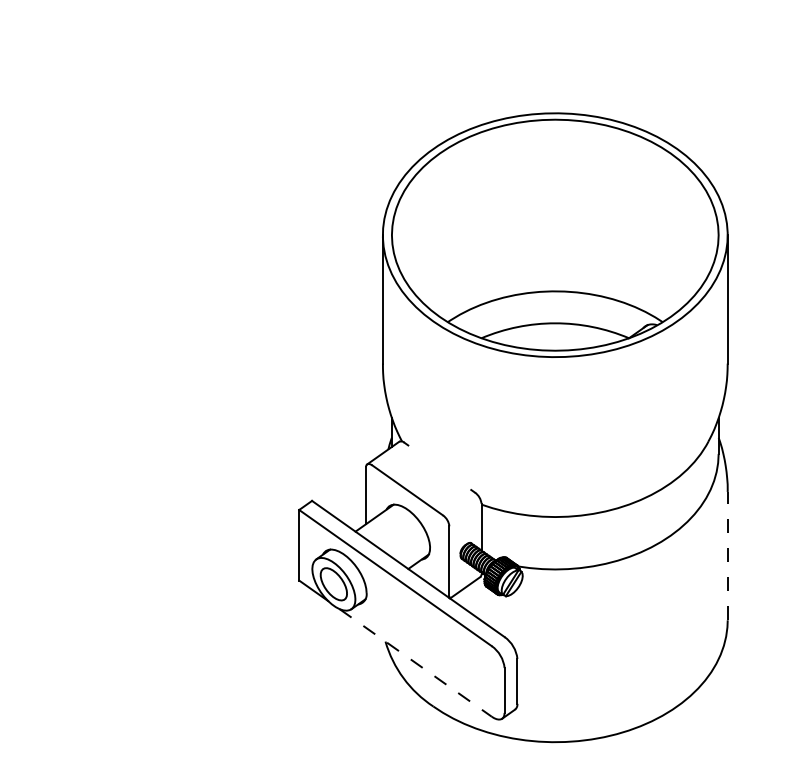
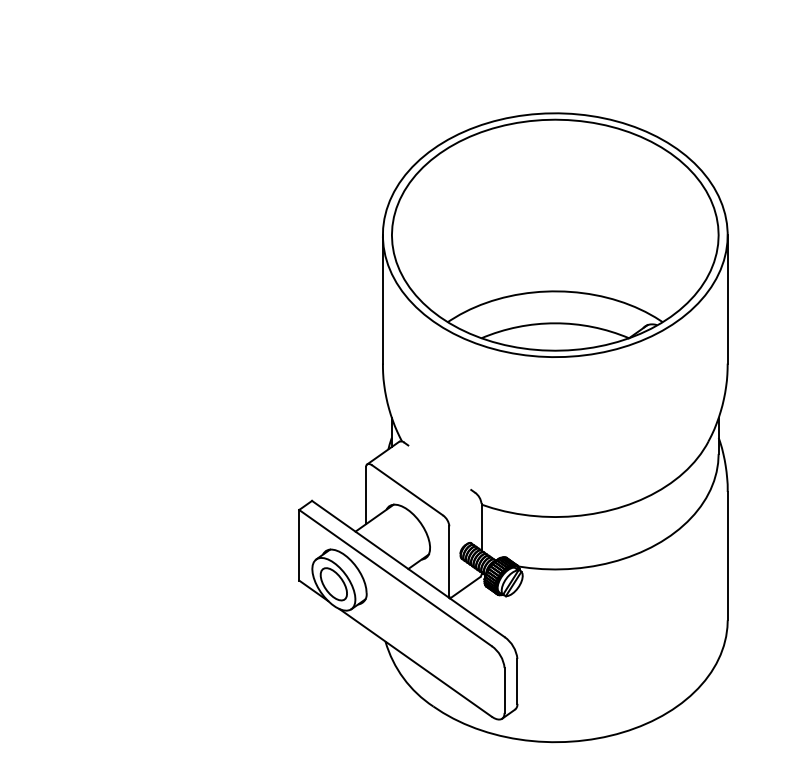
line at (727, 555): dashed -> solid
line at (416, 663): dashed -> solid
